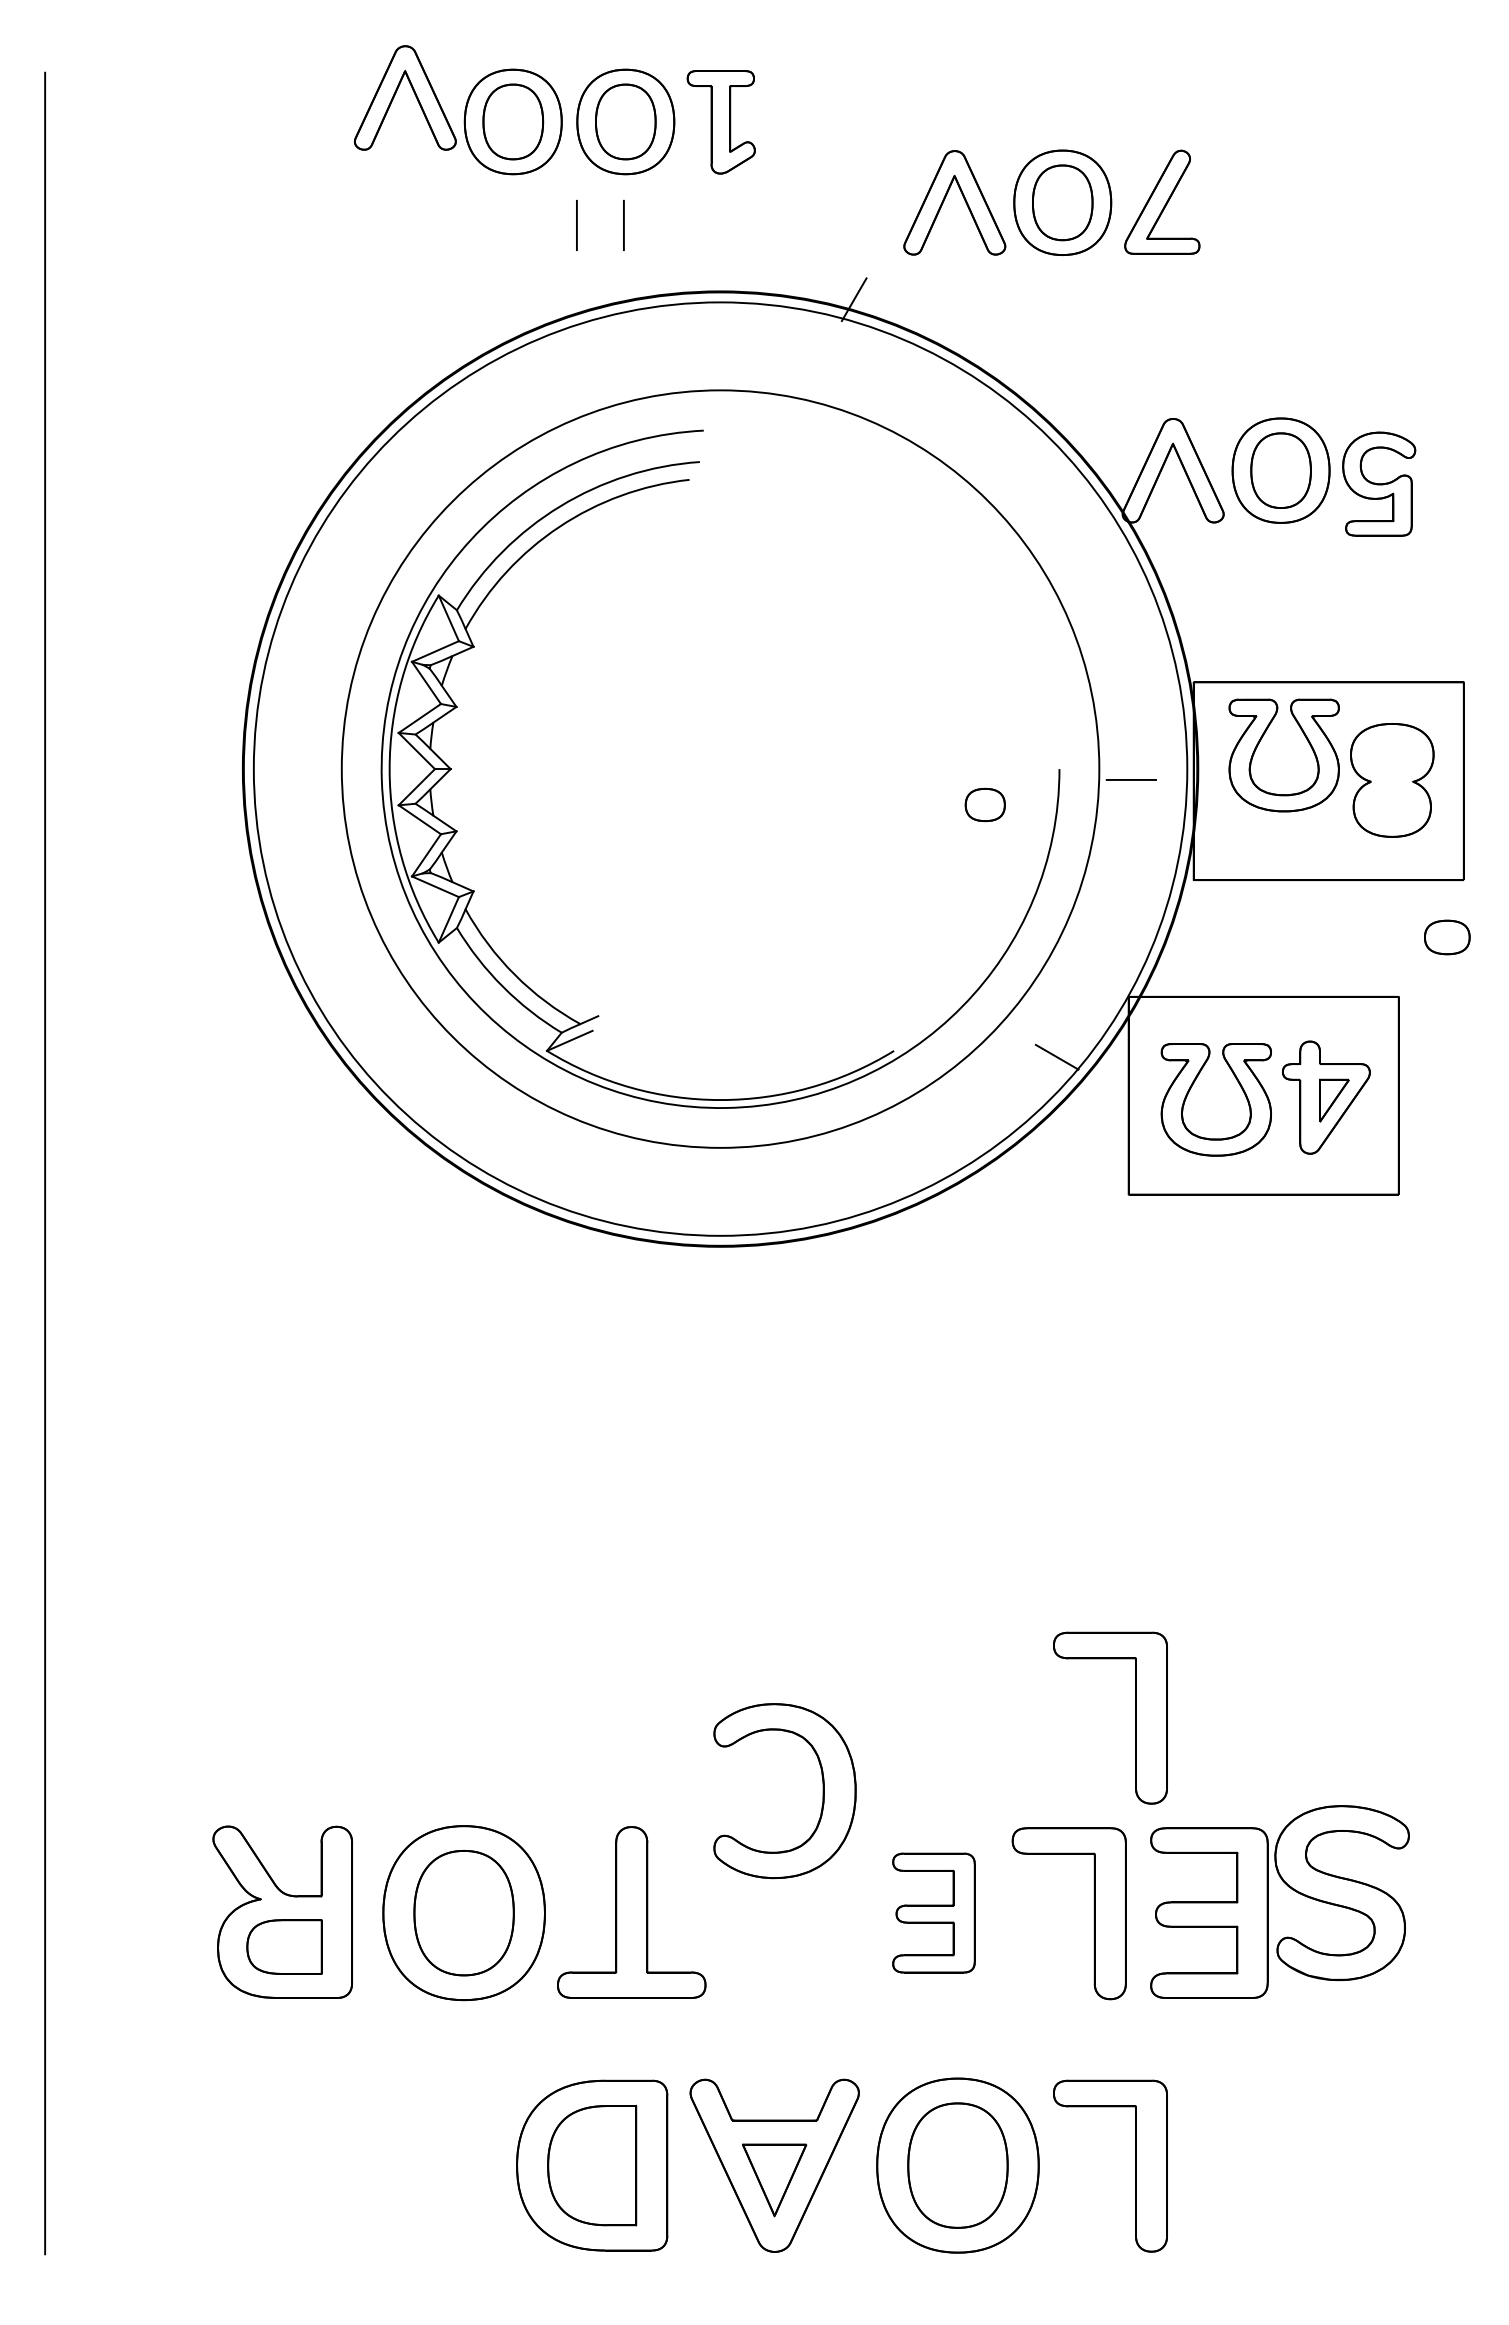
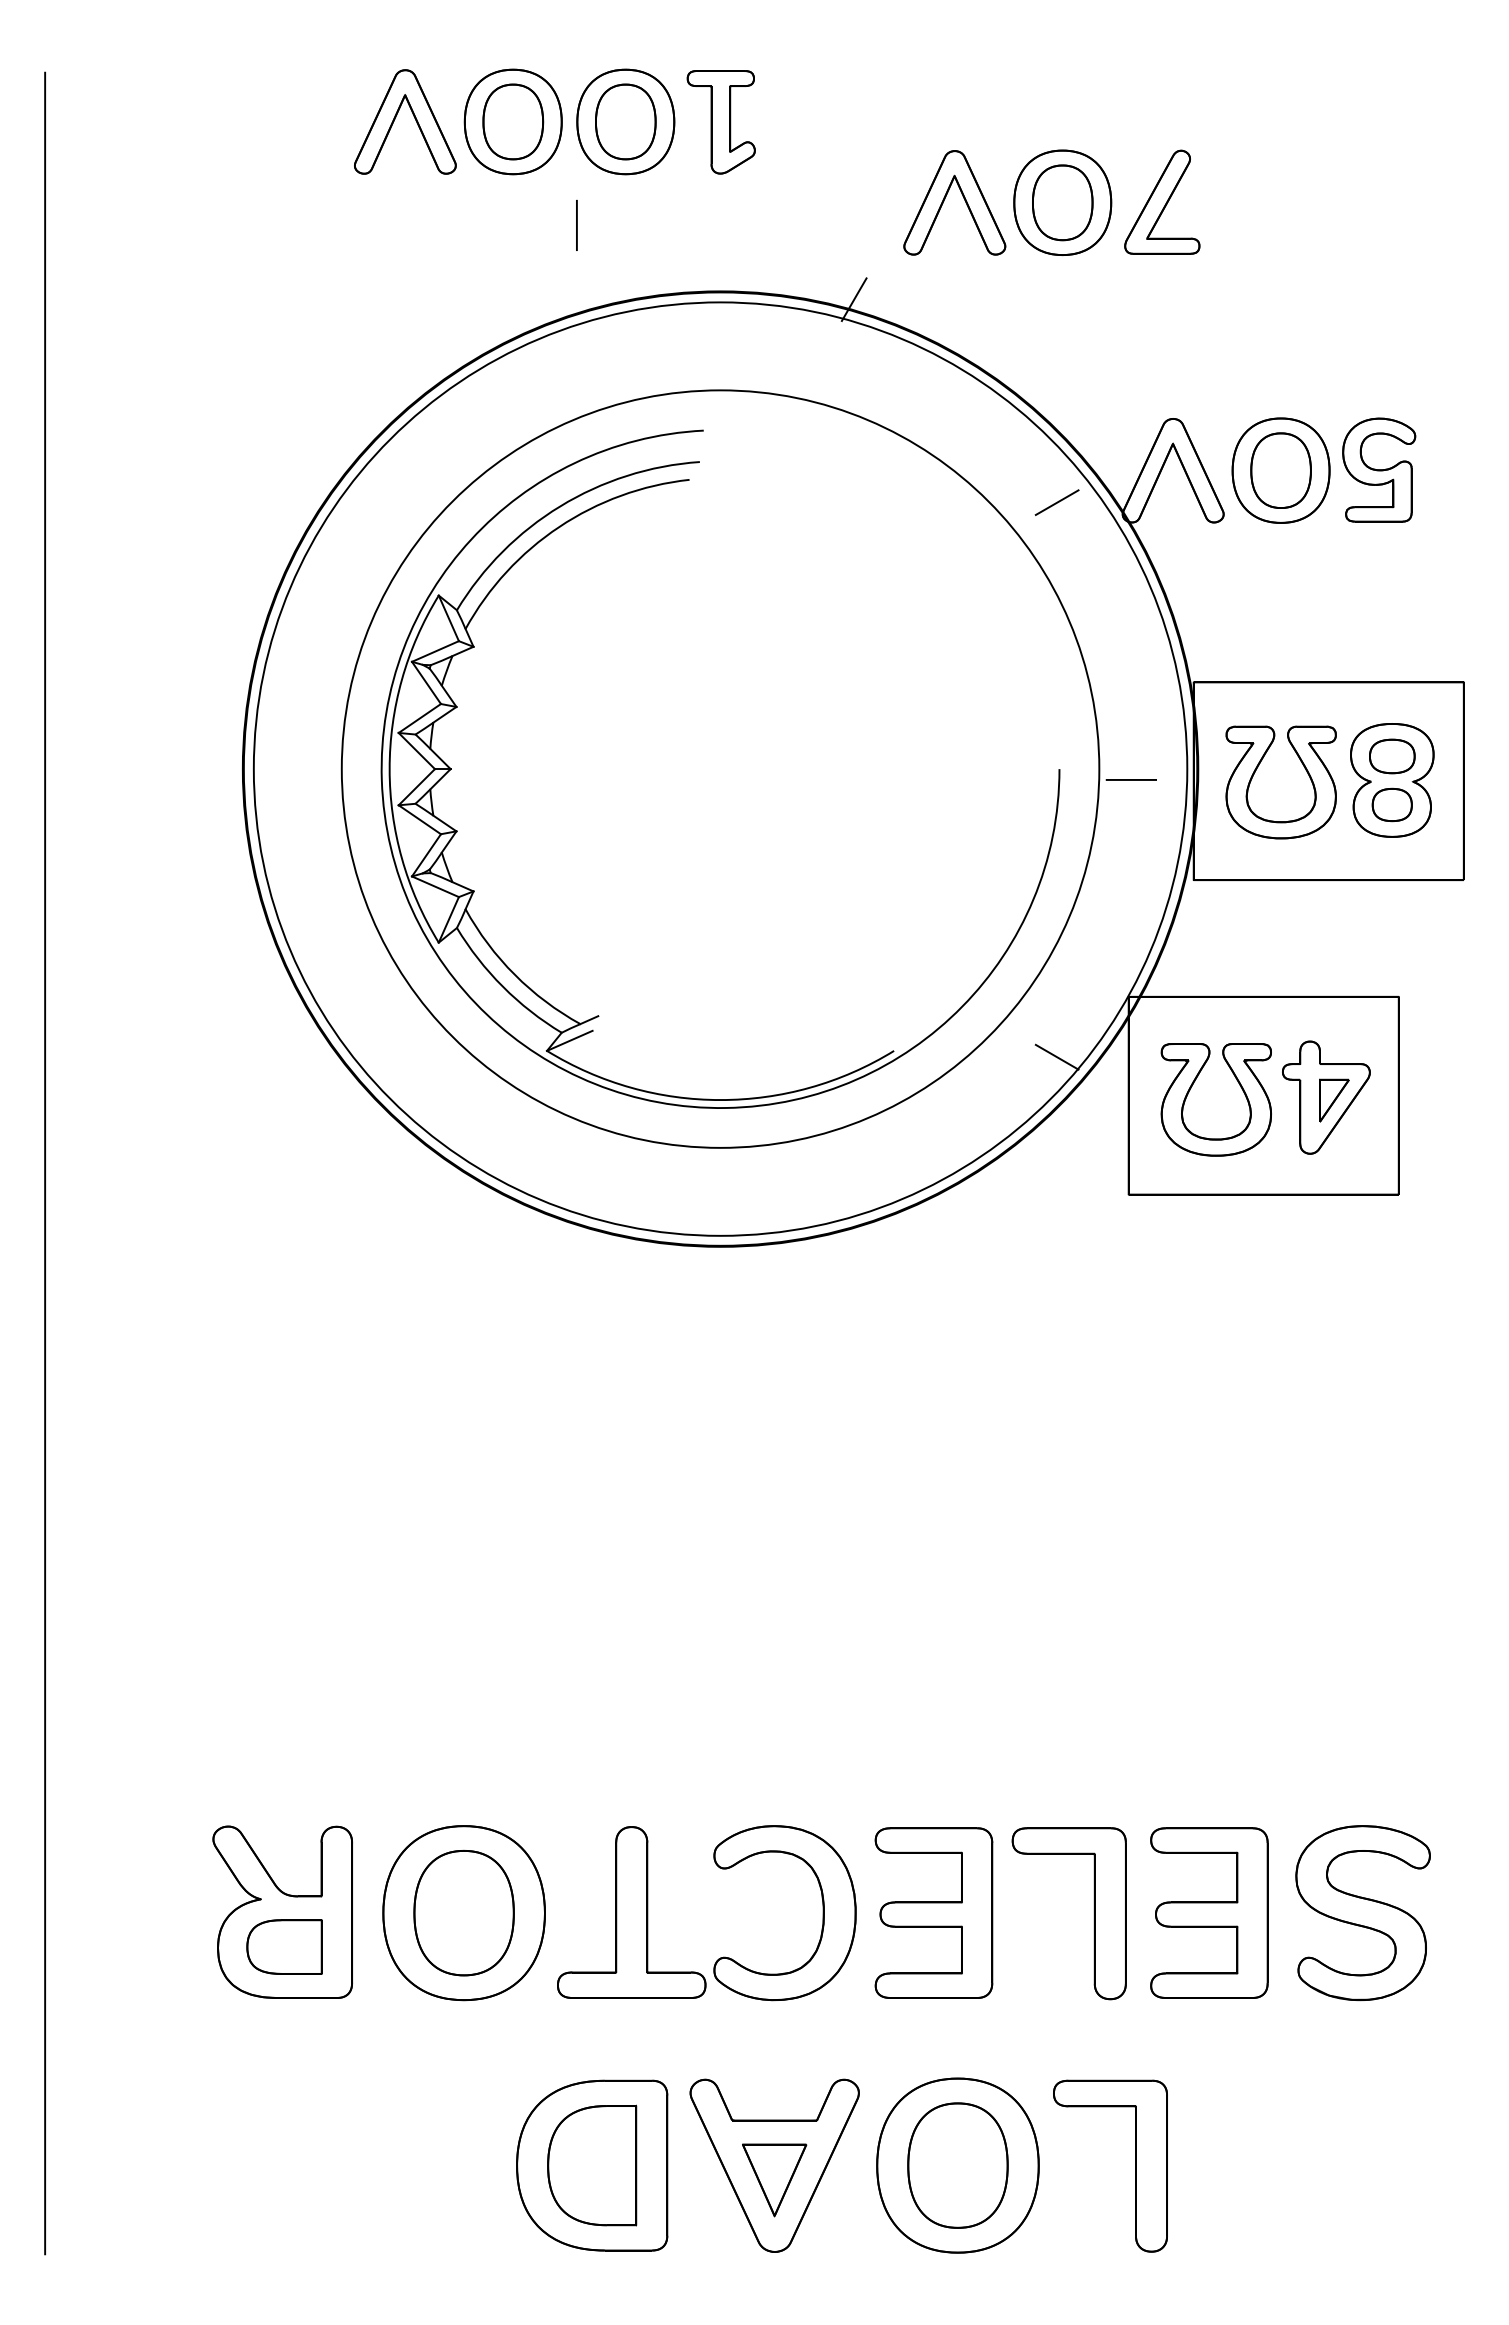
part at (413, 92) position: (413, 92) -> (413, 116)
line at (623, 225): present -> none
part at (1379, 483) position: (1379, 483) -> (1379, 469)
line at (1056, 502): none -> present
part at (1261, 740) position: (1261, 740) -> (1258, 767)
part at (984, 804) position: (984, 804) -> (1391, 804)
part at (1447, 937) position: (1447, 937) -> (1392, 756)
part at (1135, 1717): present -> none
part at (822, 1791) position: (822, 1791) -> (822, 1913)
part at (1341, 1893) position: (1341, 1893) -> (1362, 1913)
part at (933, 1912) size: 84x122 px -> 120x172 px
